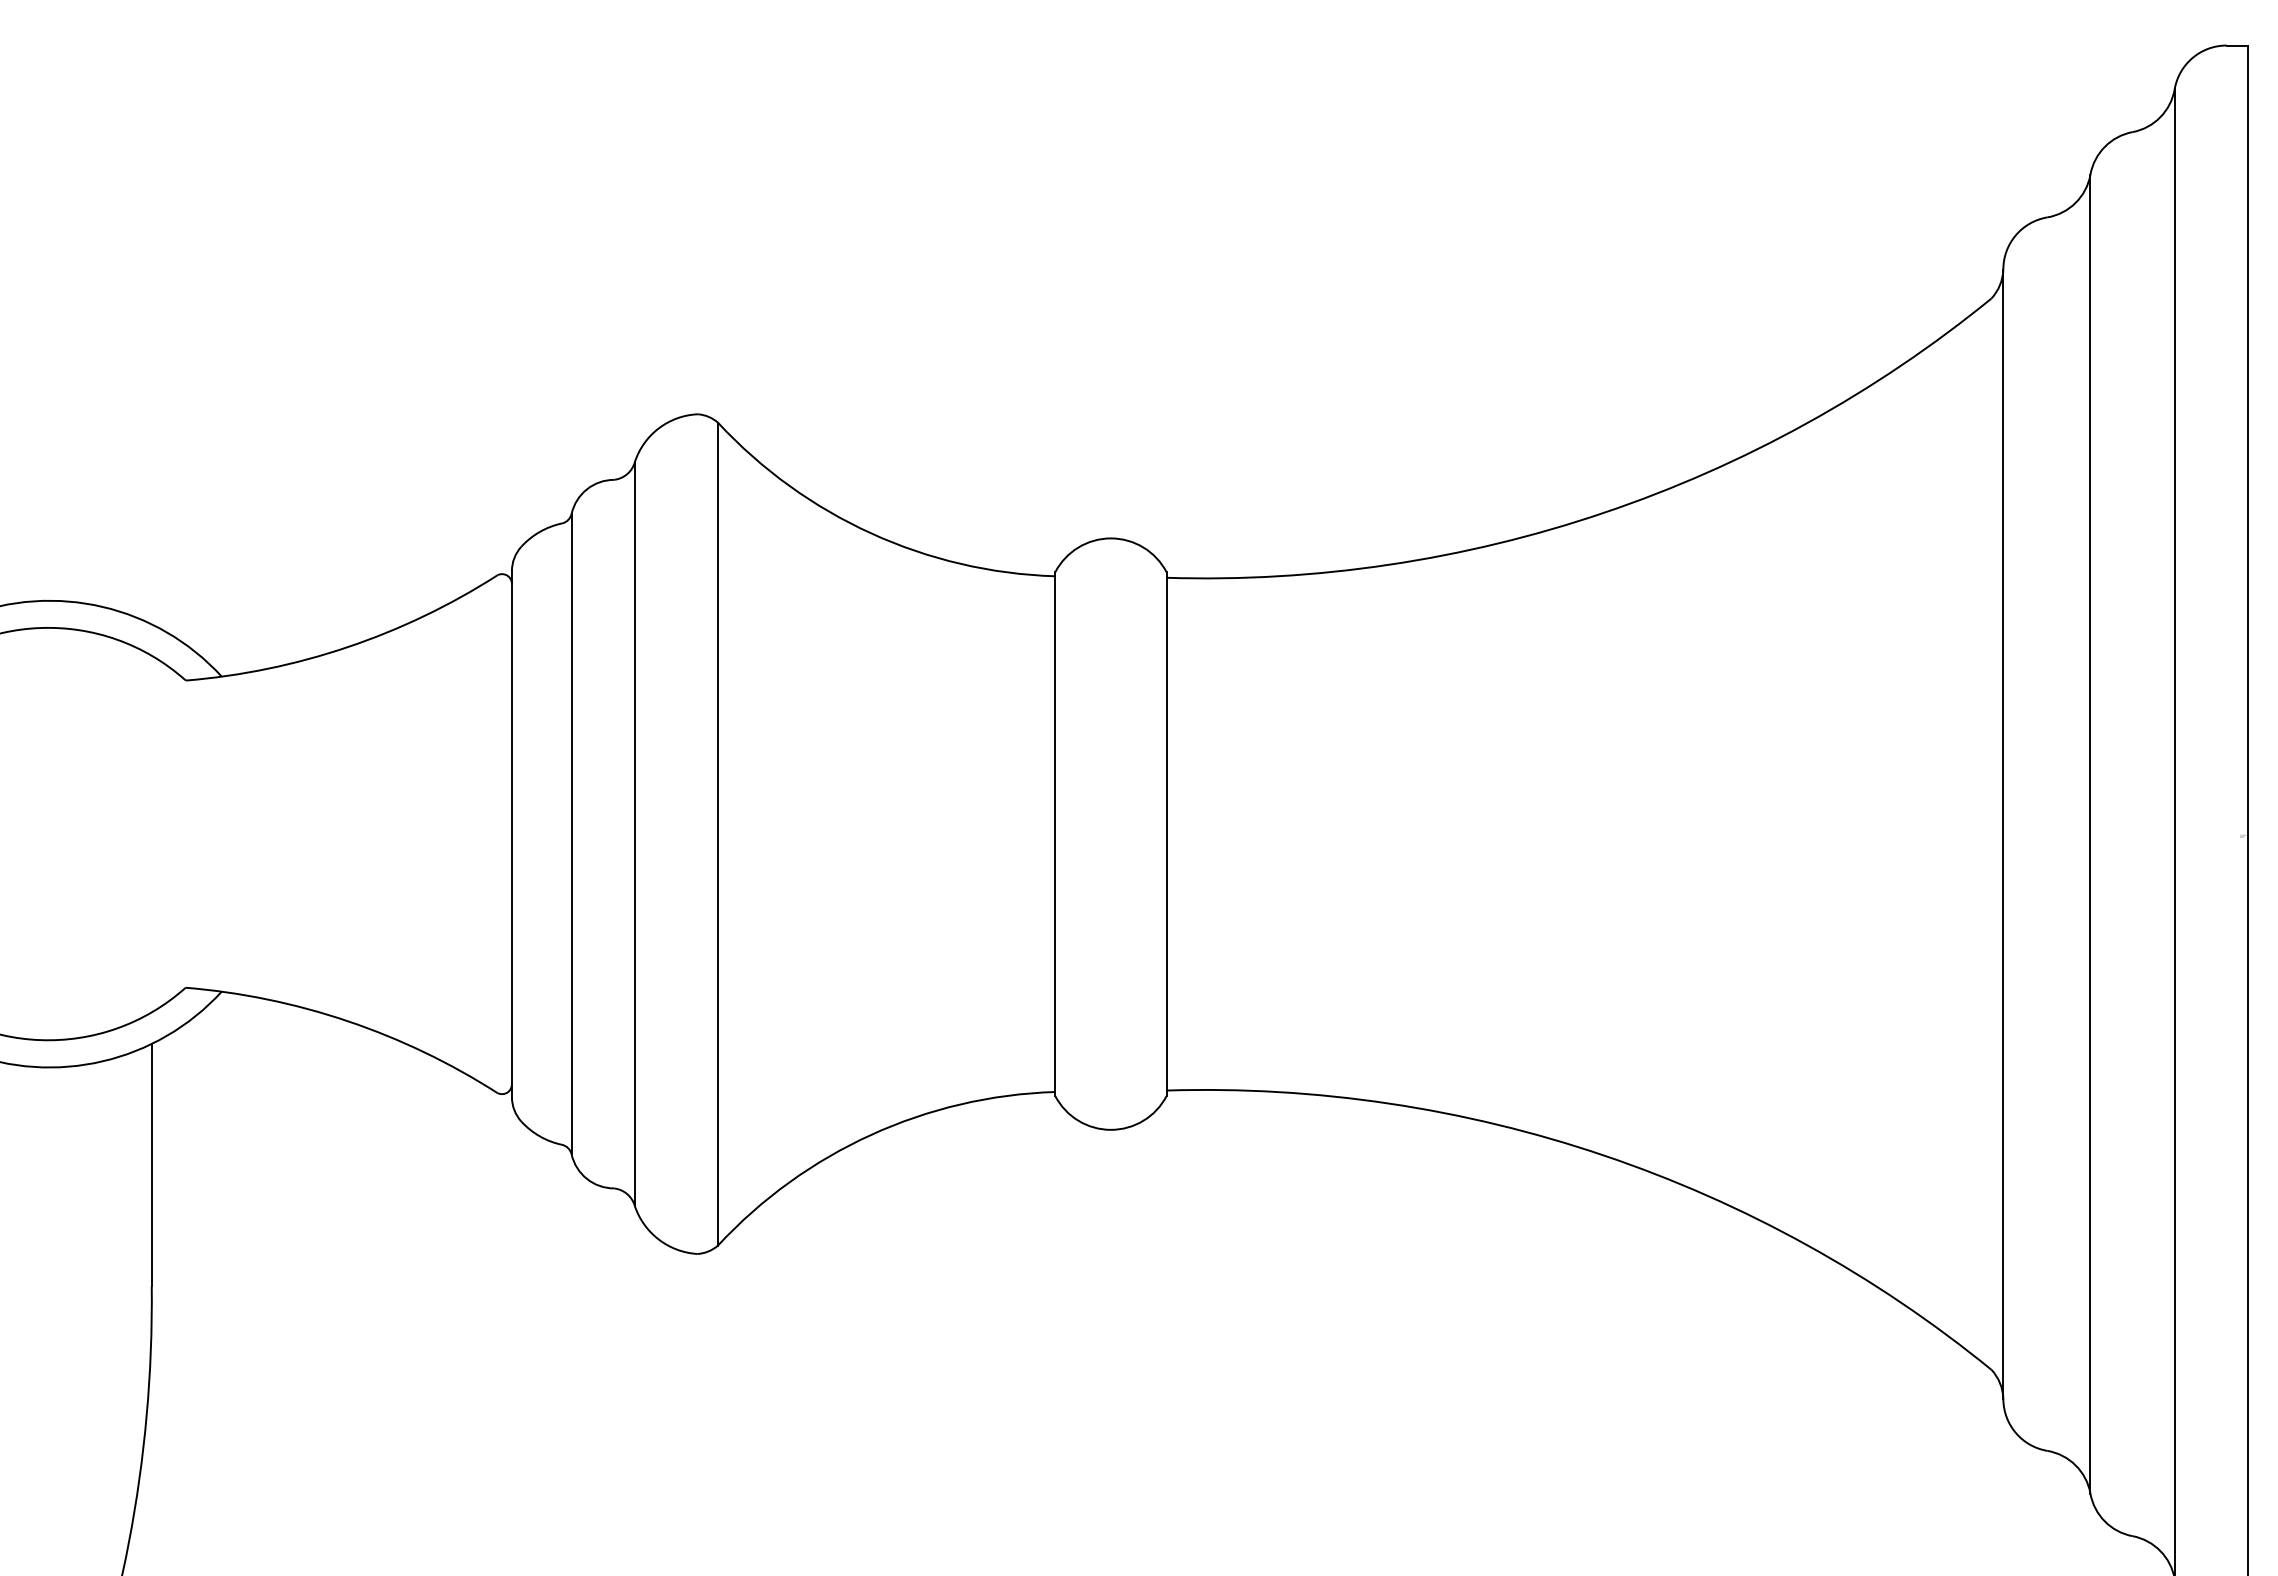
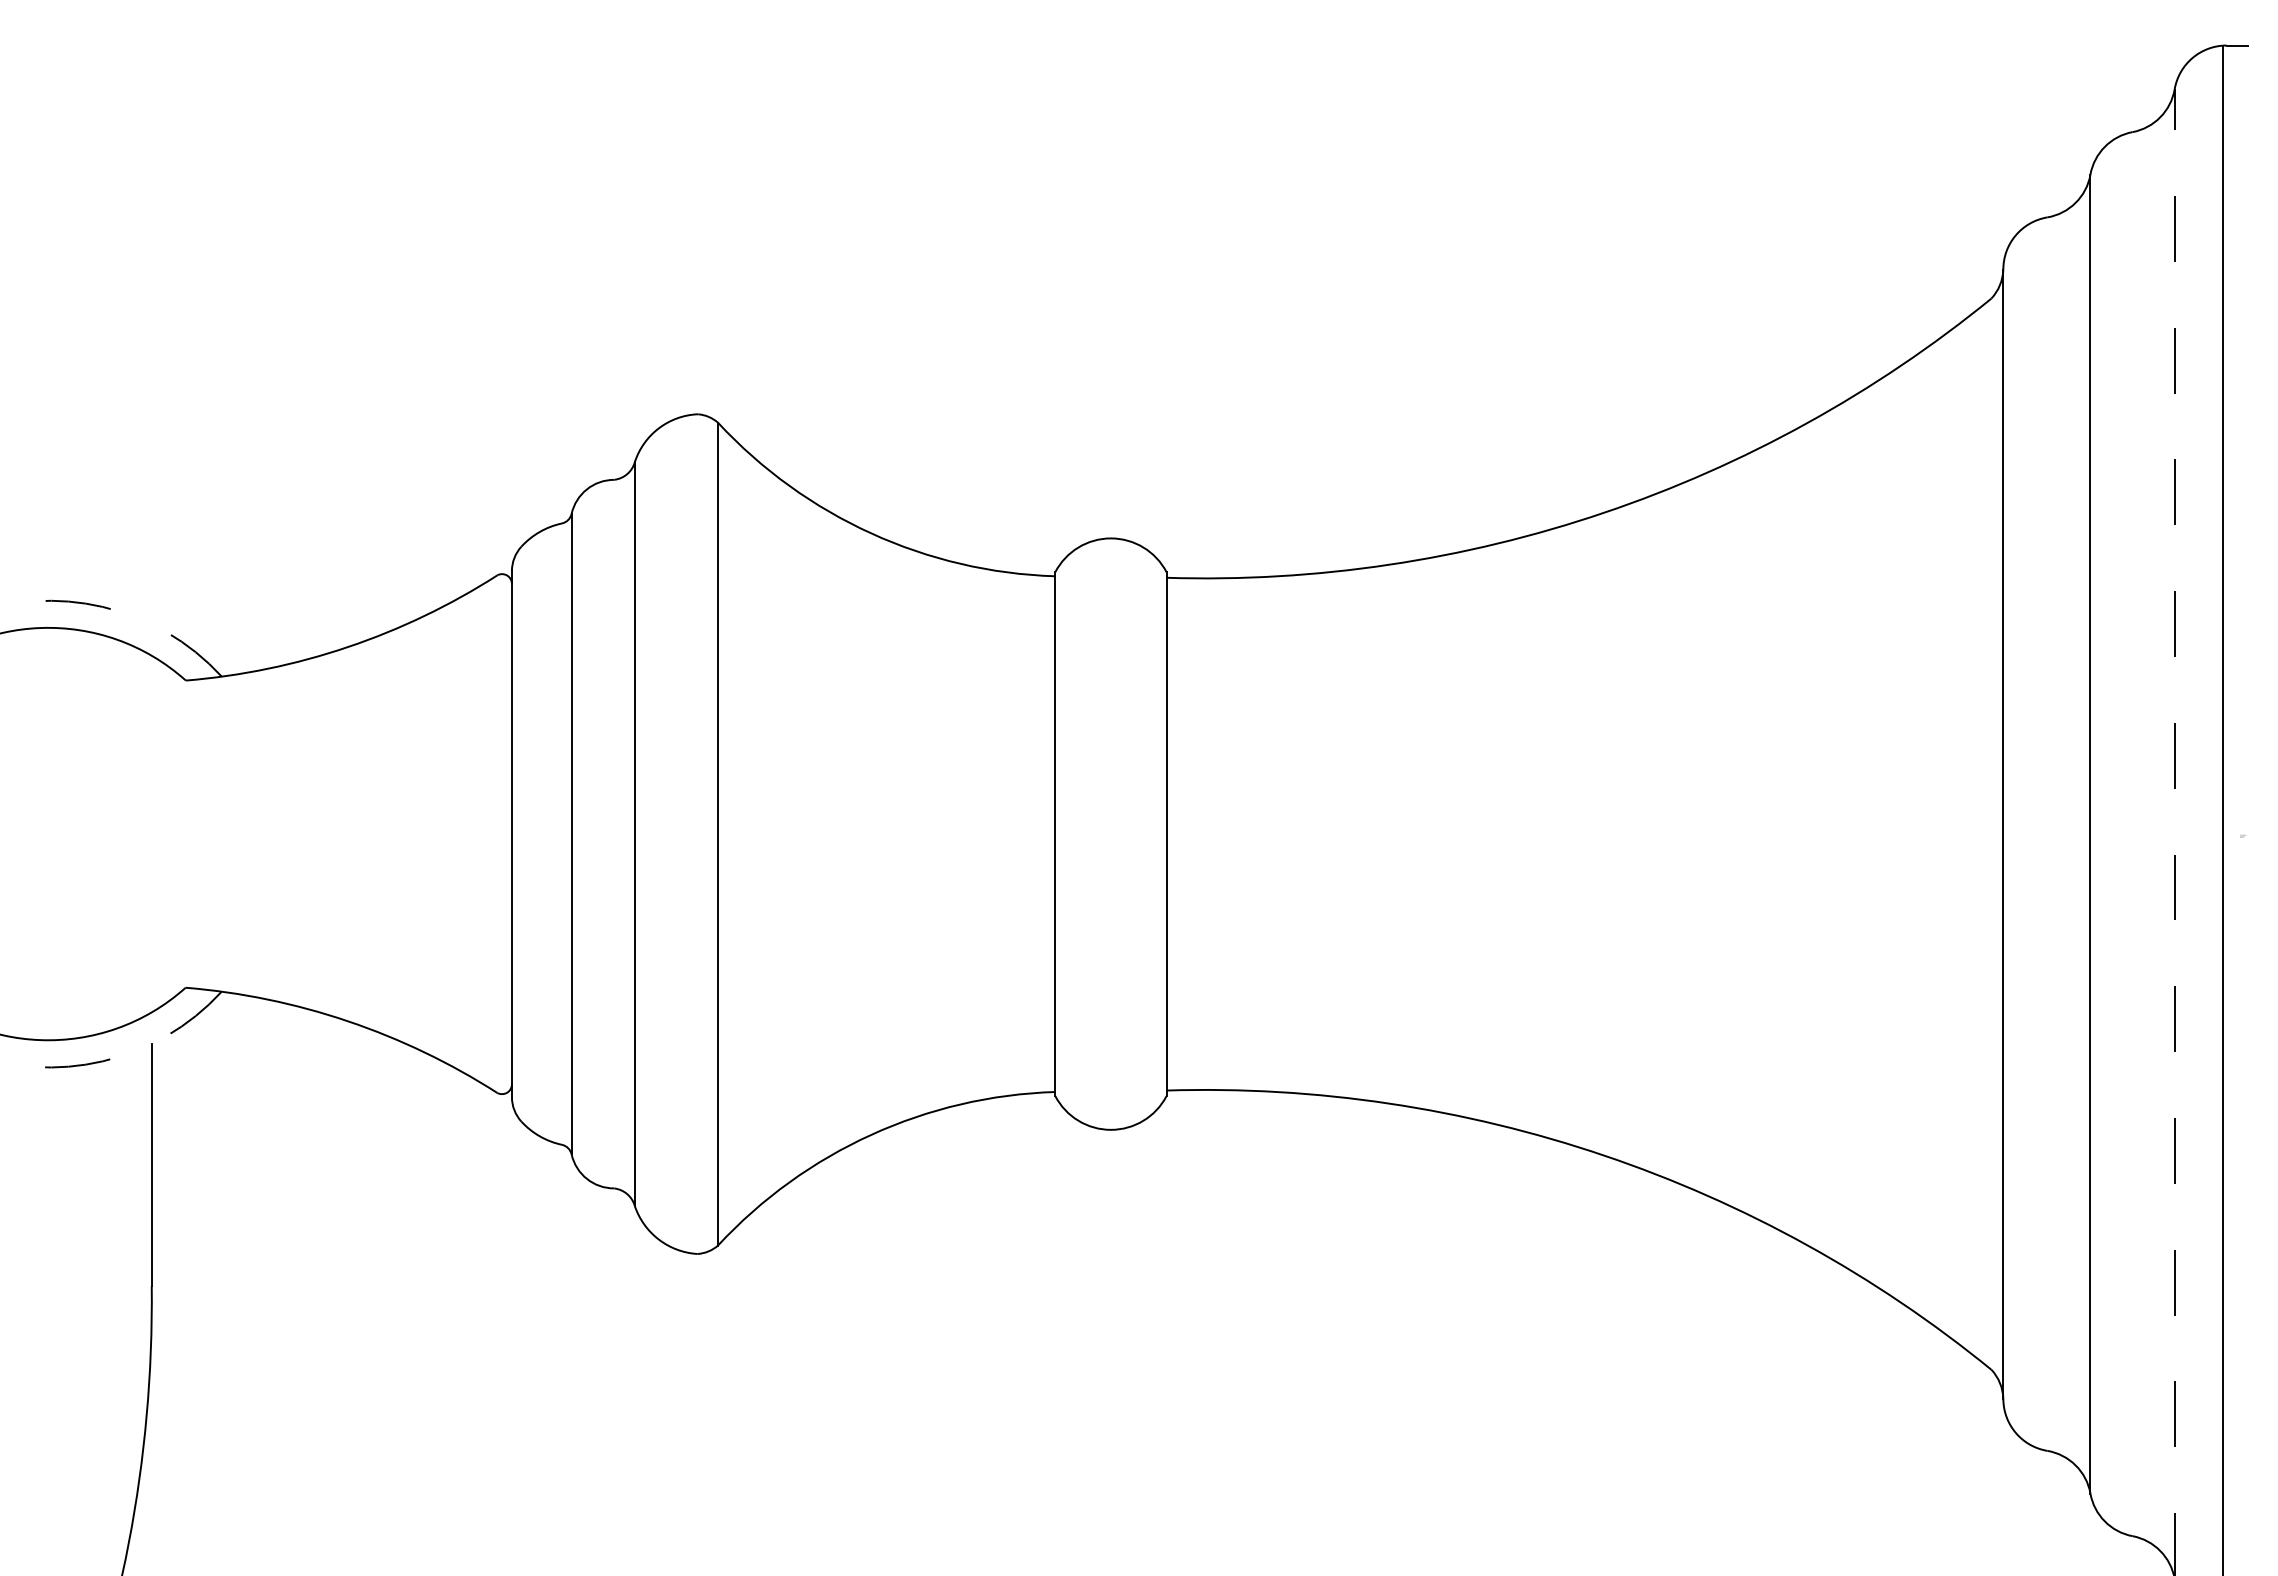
line at (2247, 808) position: (2247, 808) -> (2222, 808)
line at (2174, 832): solid -> dashed
arc at (0, 1062): solid -> dashed
